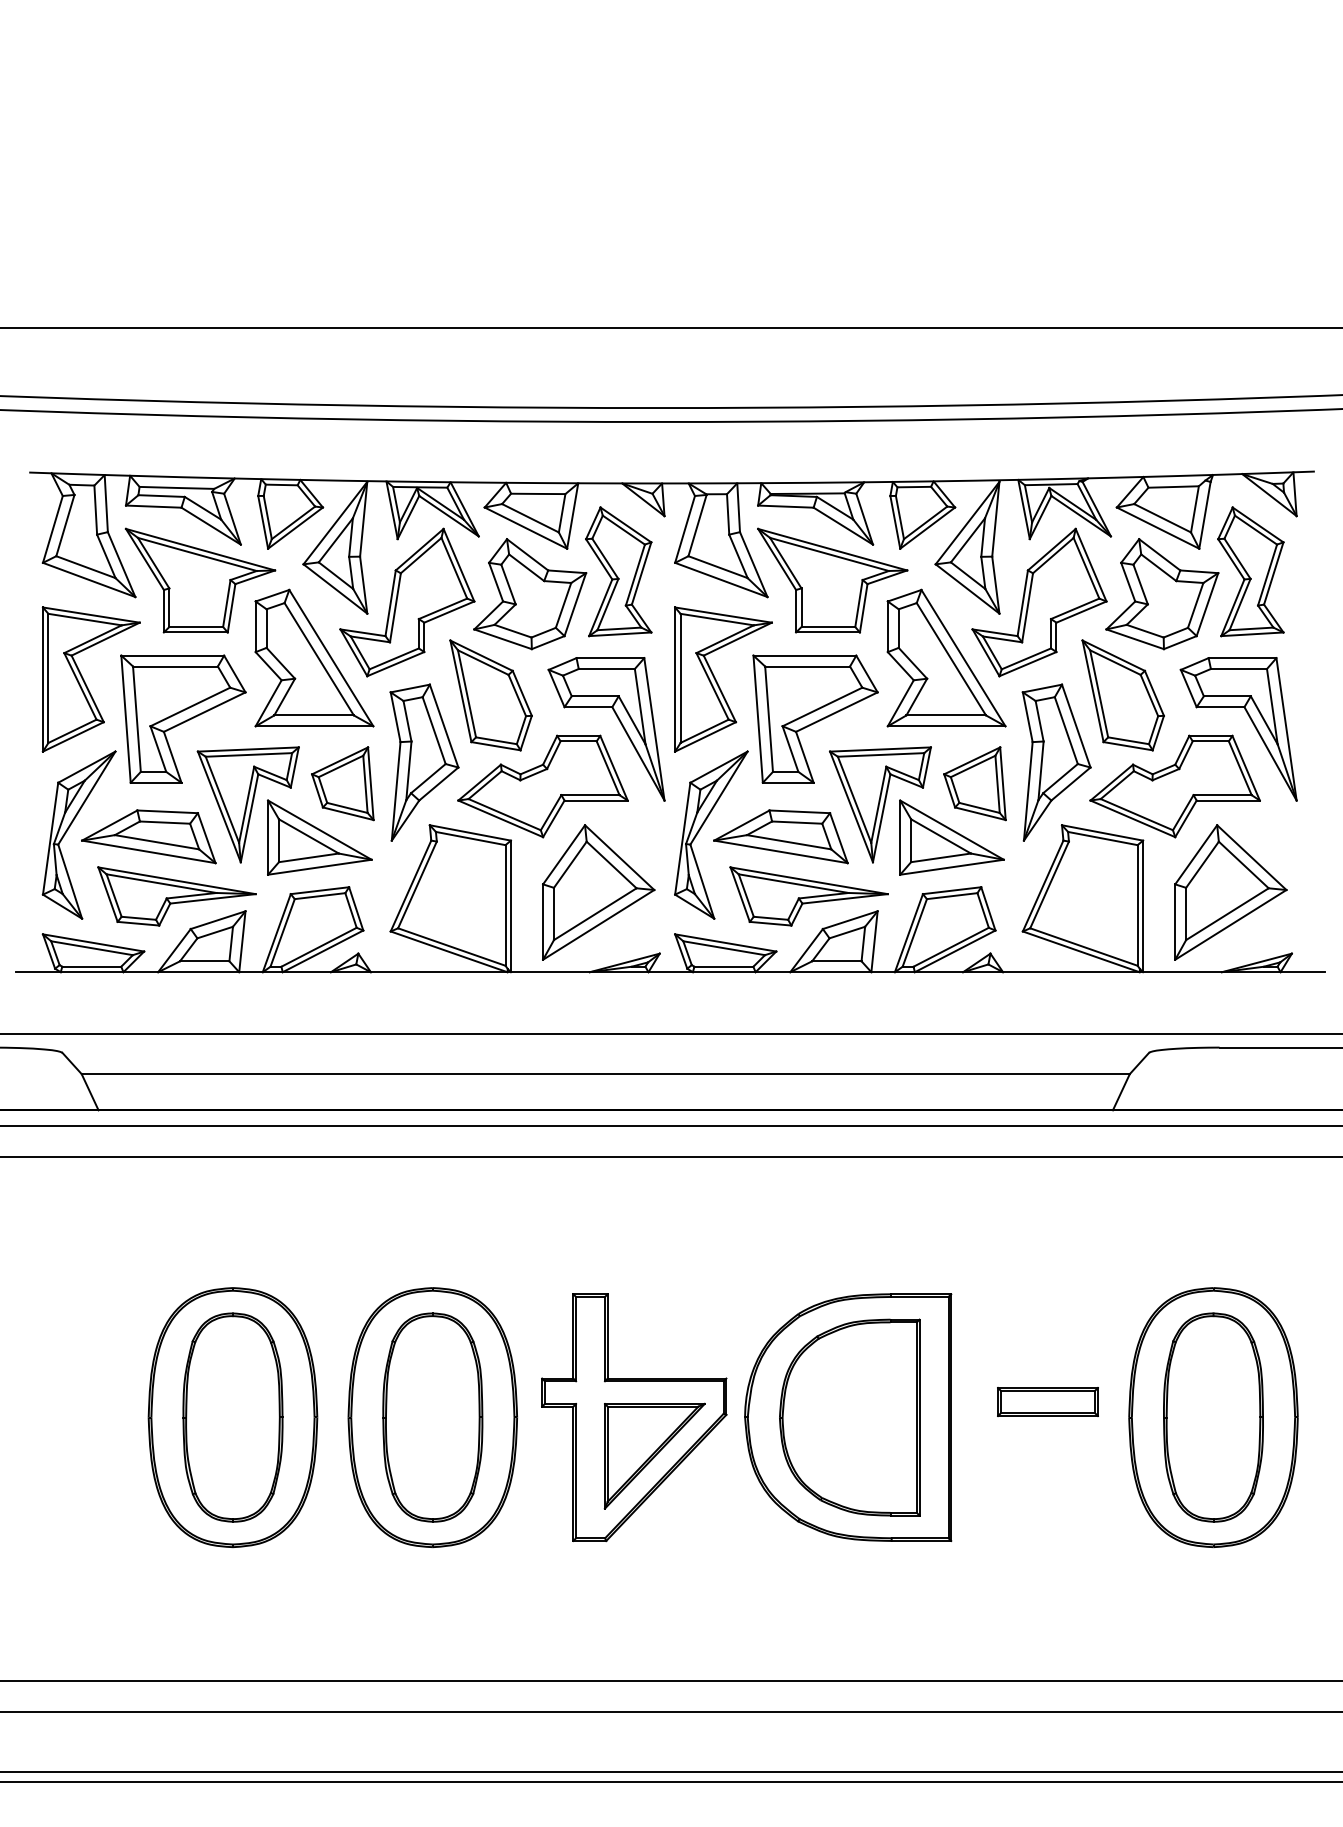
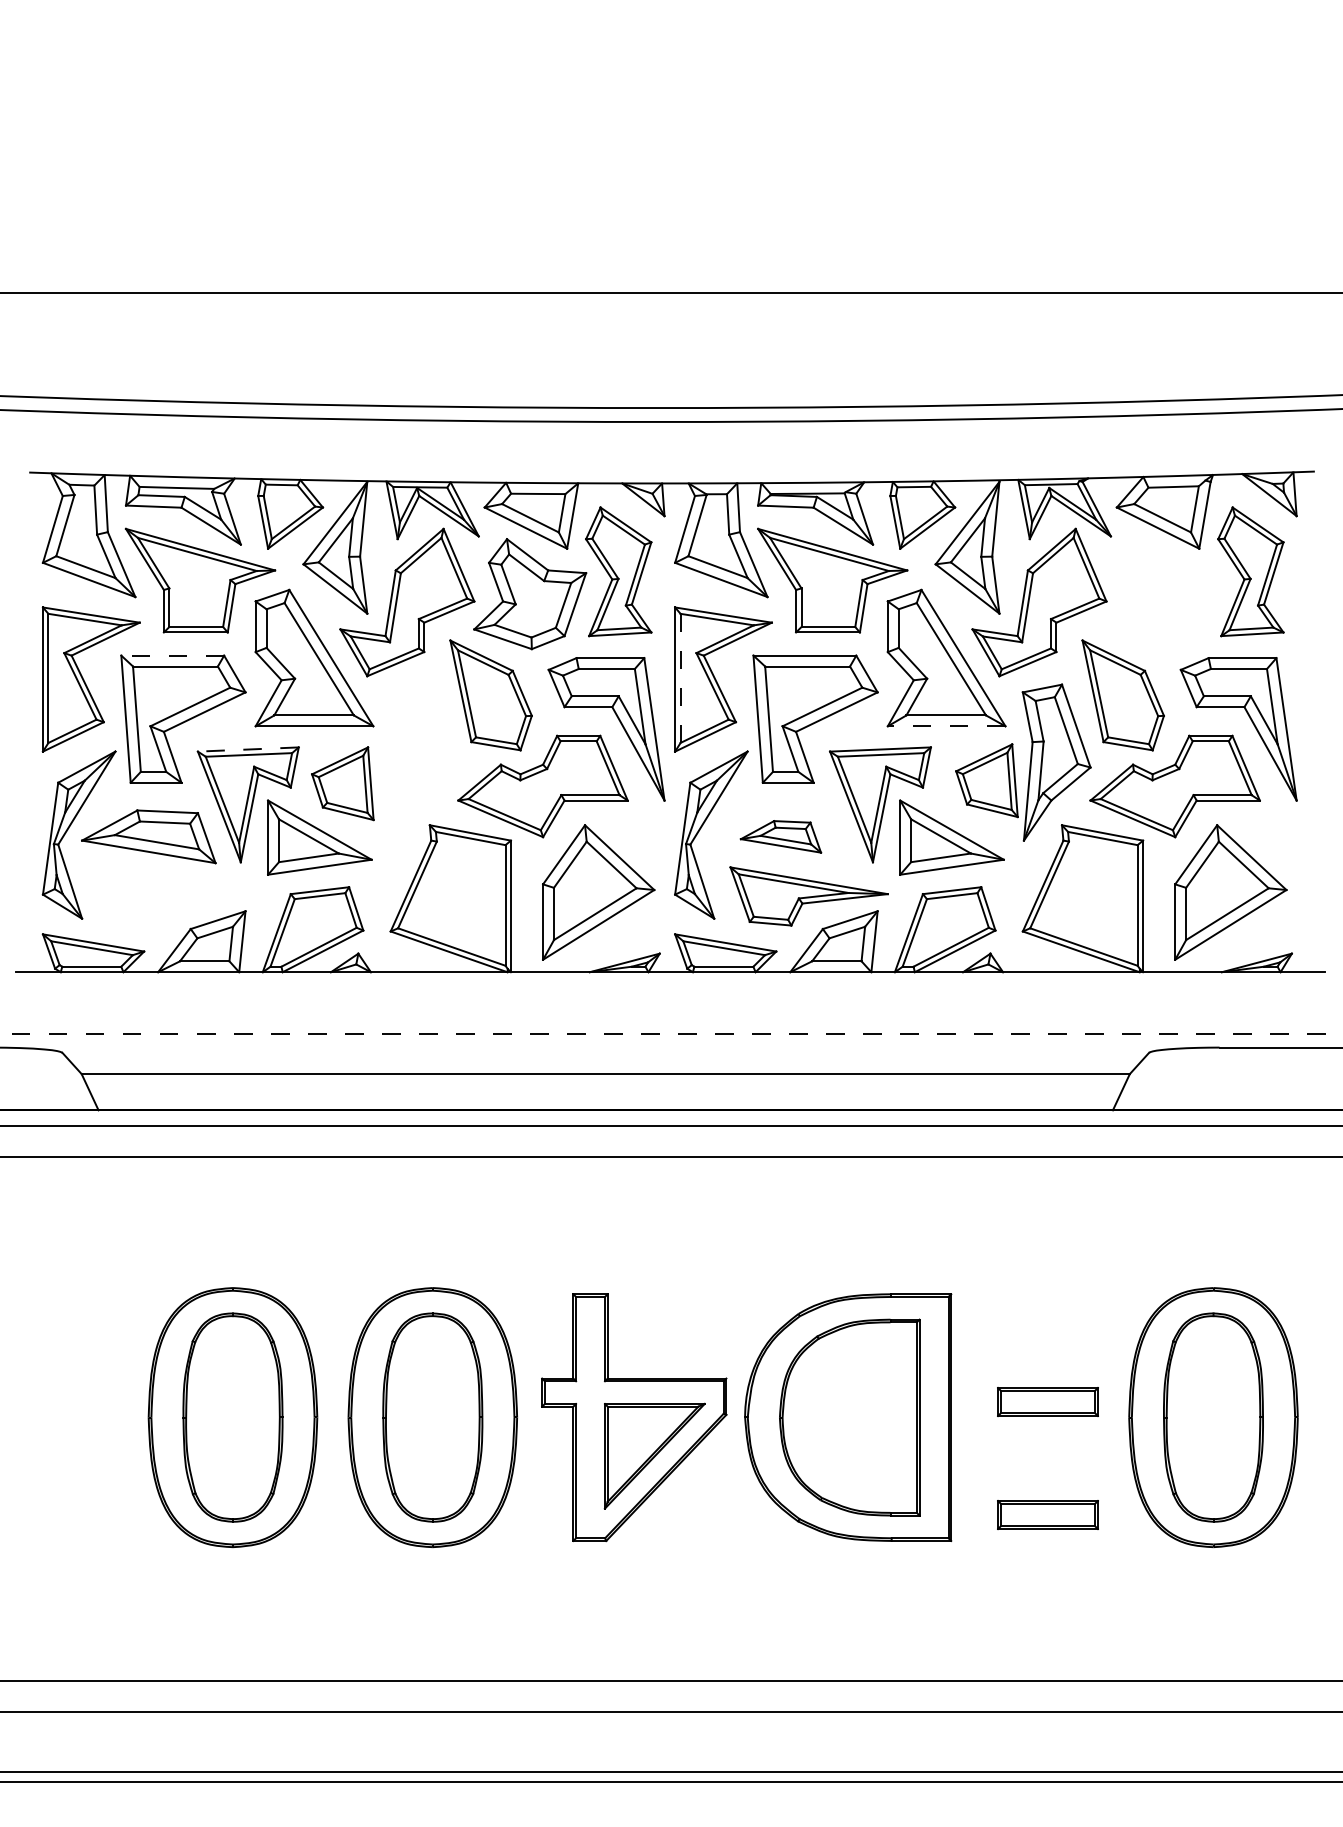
line at (670, 327) position: (670, 327) -> (670, 292)
part at (1162, 594): present -> none
line at (172, 655): solid -> dashed
line at (680, 678): solid -> dashed
line at (946, 726): solid -> dashed
line at (247, 749): solid -> dashed
part at (424, 762): present -> none
part at (974, 783) position: (974, 783) -> (986, 780)
part at (780, 836) size: 136x56 px -> 84x34 px
part at (176, 896): present -> none
line at (671, 1033): solid -> dashed
part at (1047, 1514): none -> present
